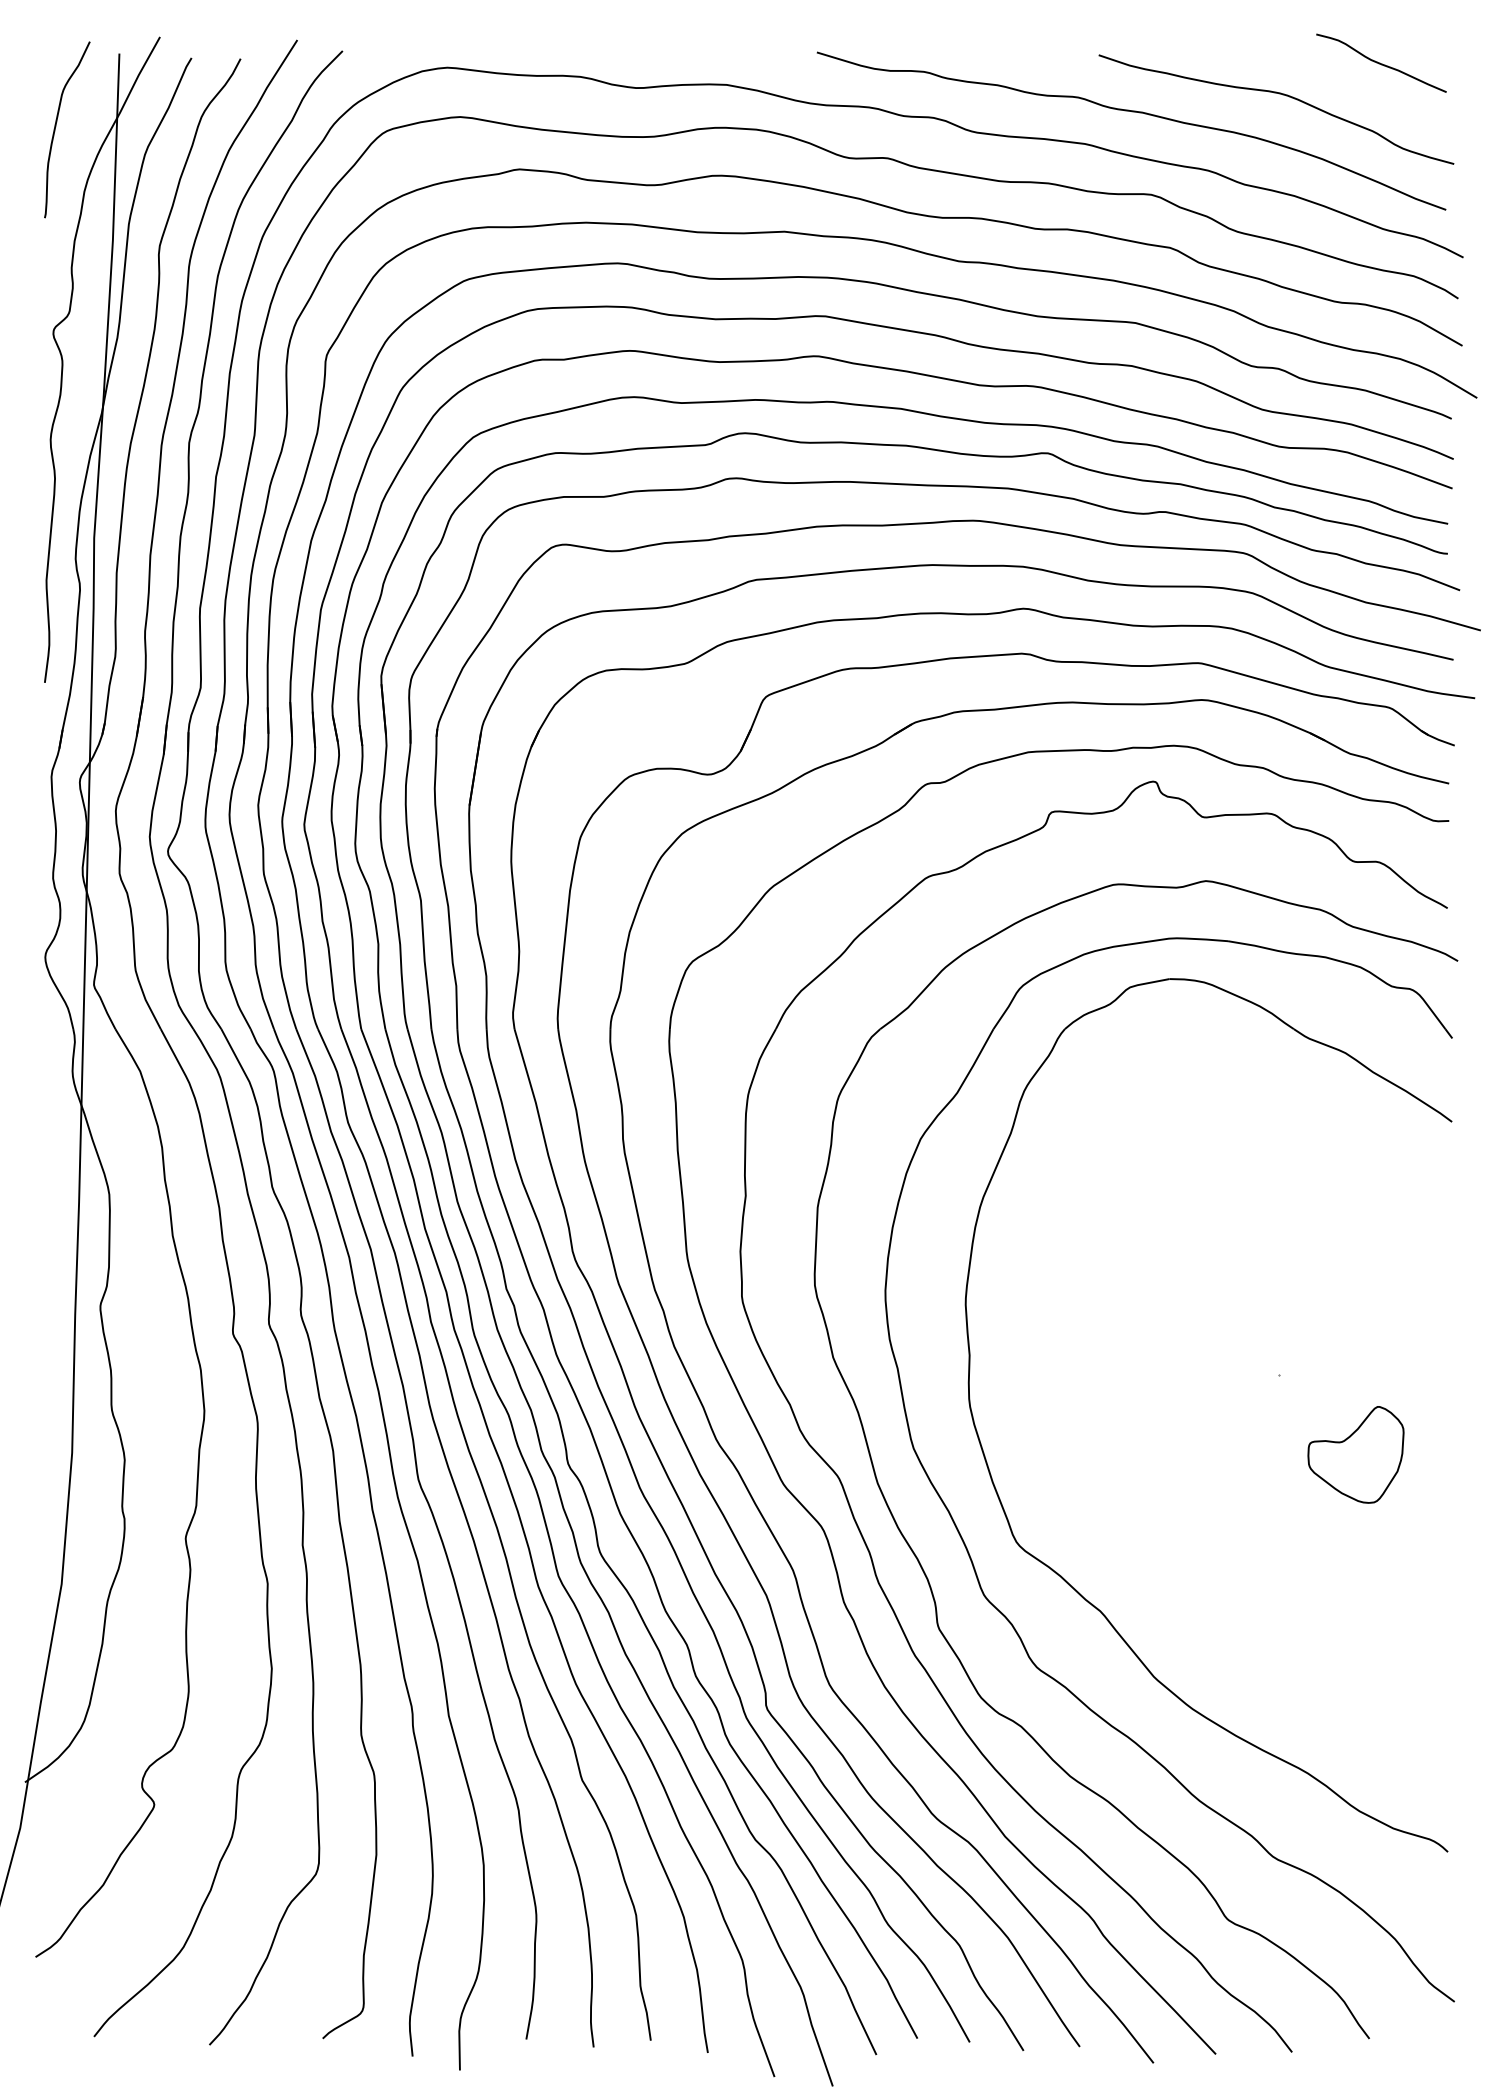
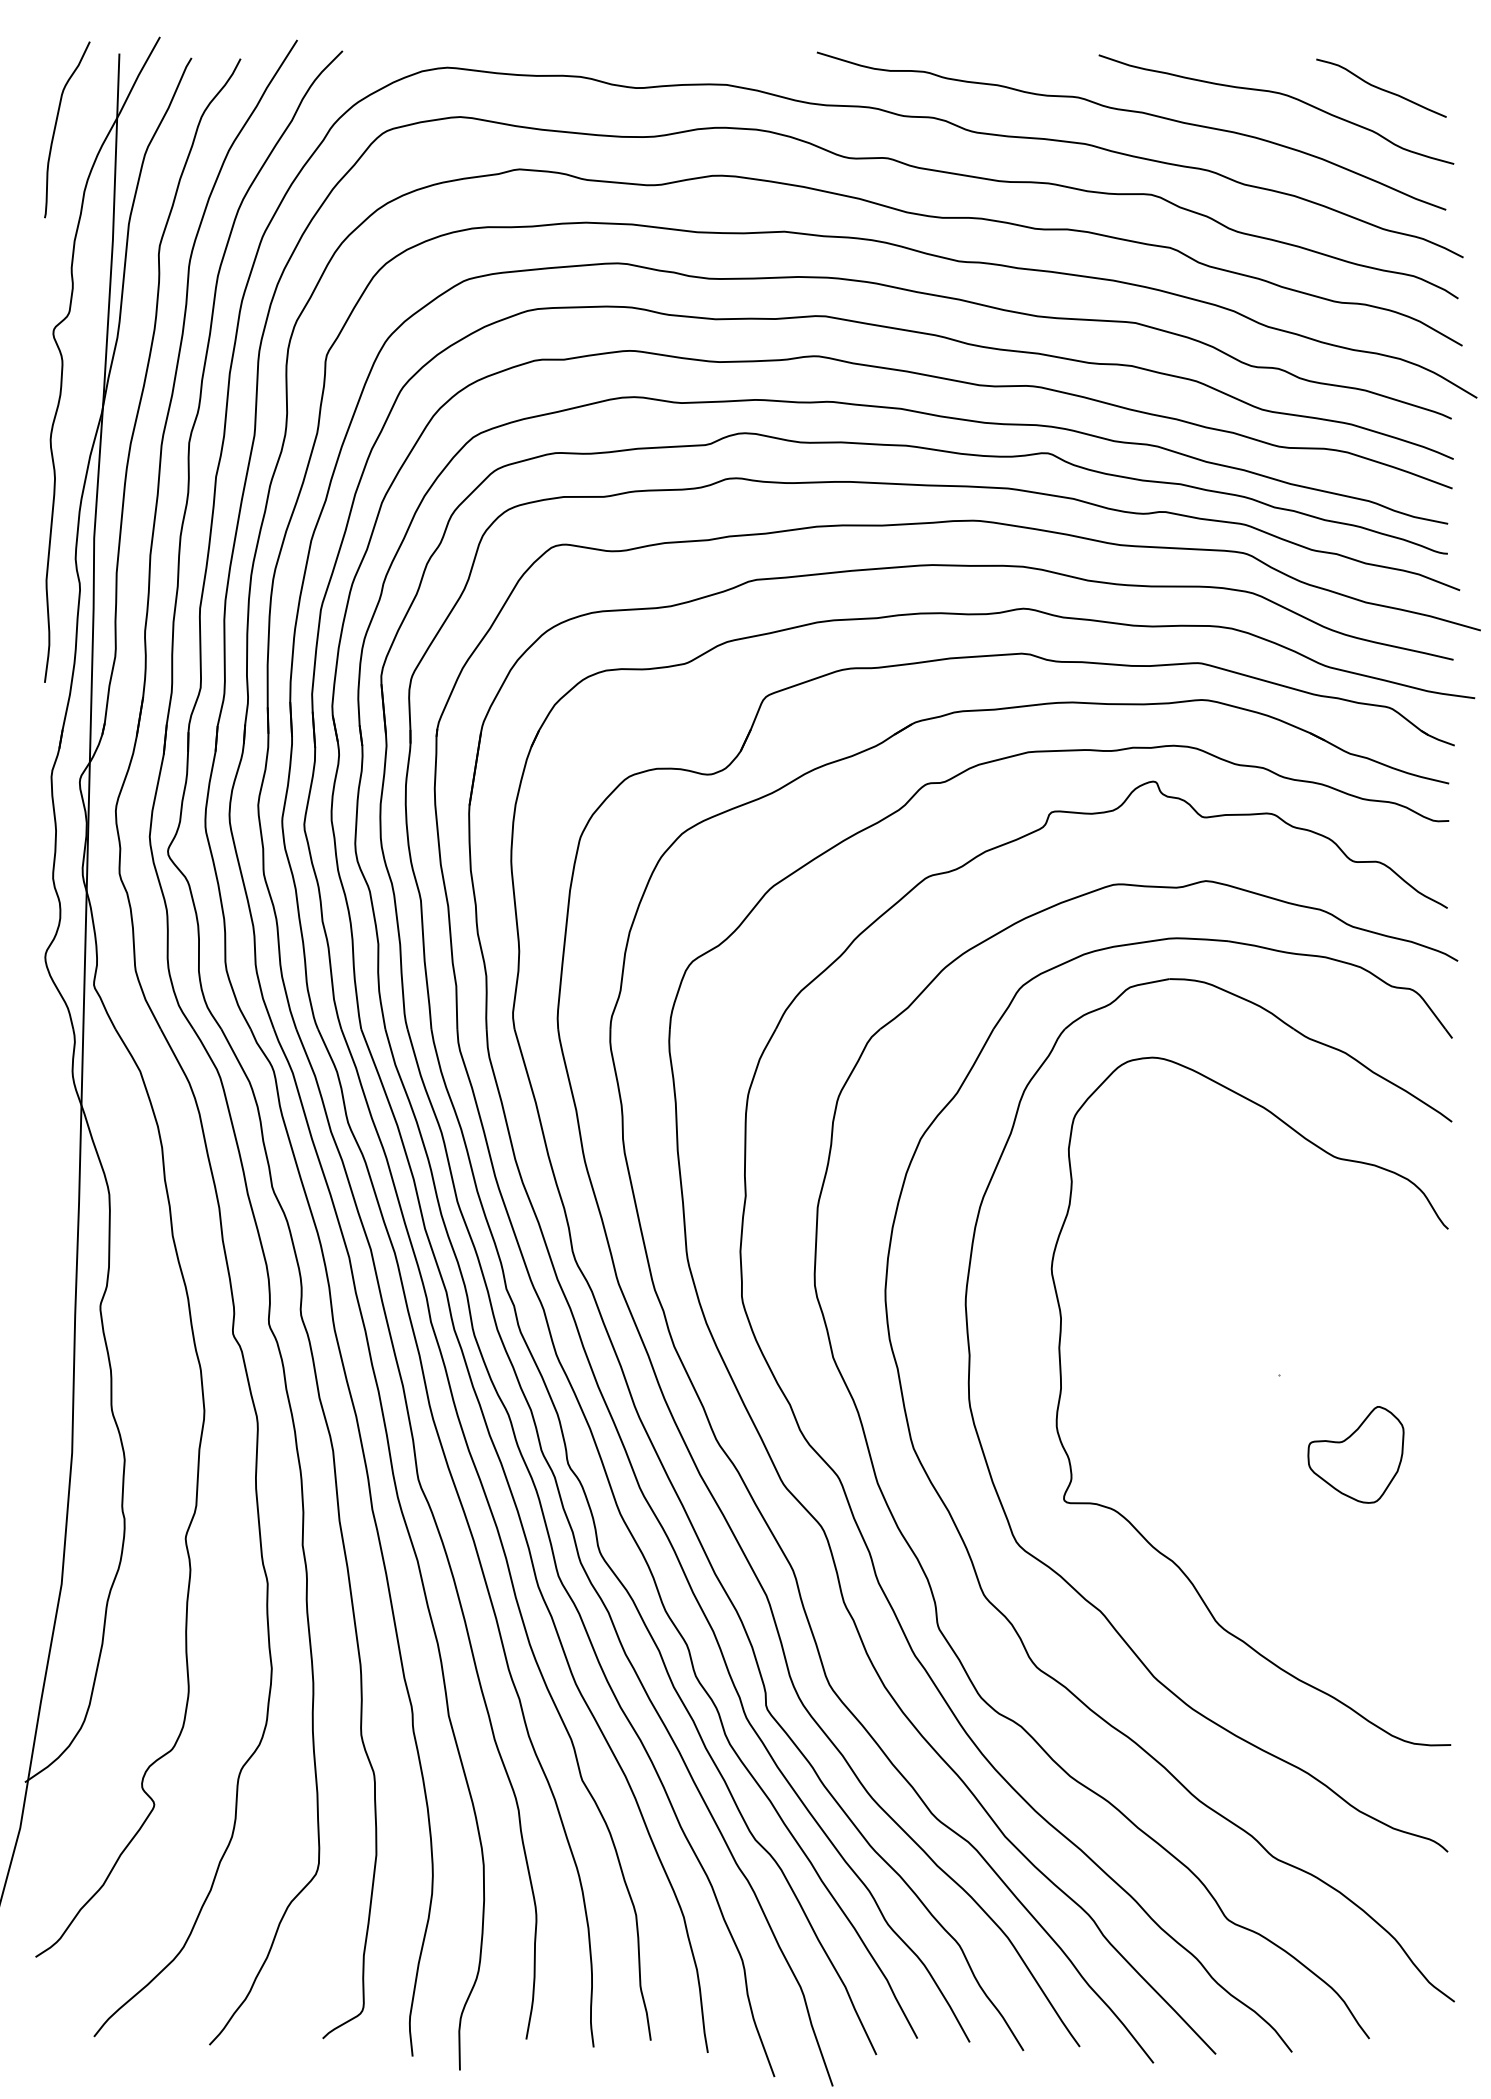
curve at (1380, 62) position: (1380, 62) -> (1380, 87)
curve at (1130, 1521): none -> present
